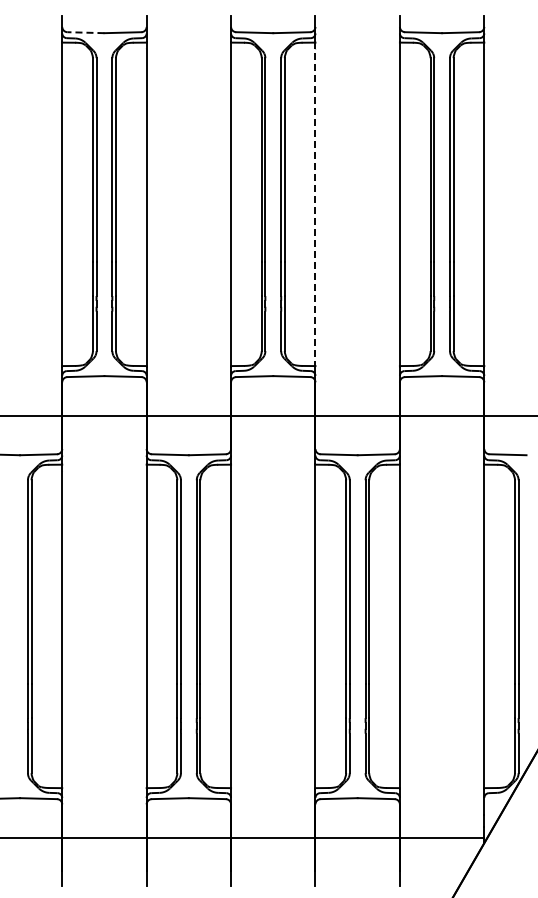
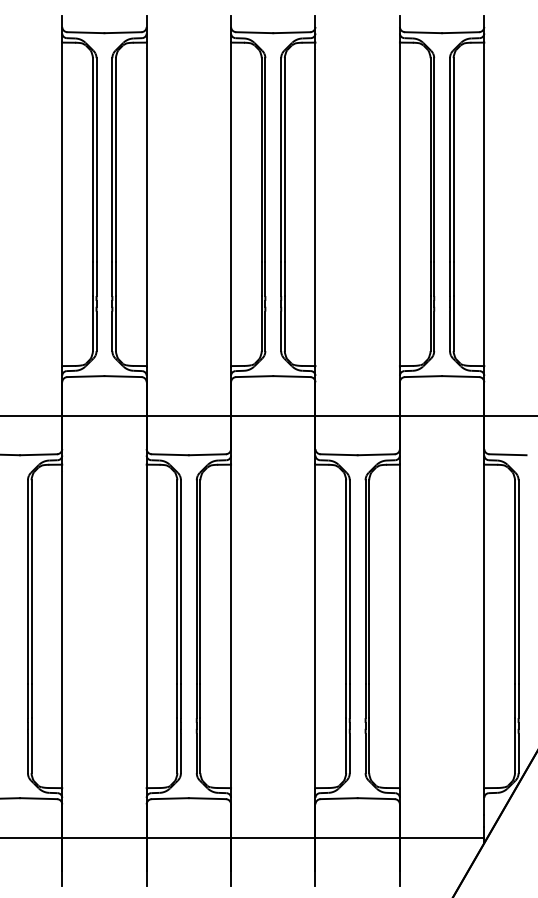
line at (85, 32): dashed -> solid
line at (315, 204): dashed -> solid
